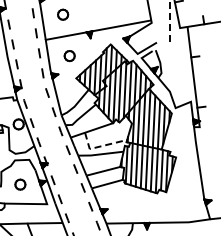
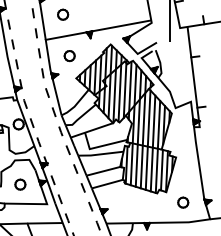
line at (169, 21): dashed -> solid
line at (99, 146): dashed -> solid
part at (183, 202): none -> present
